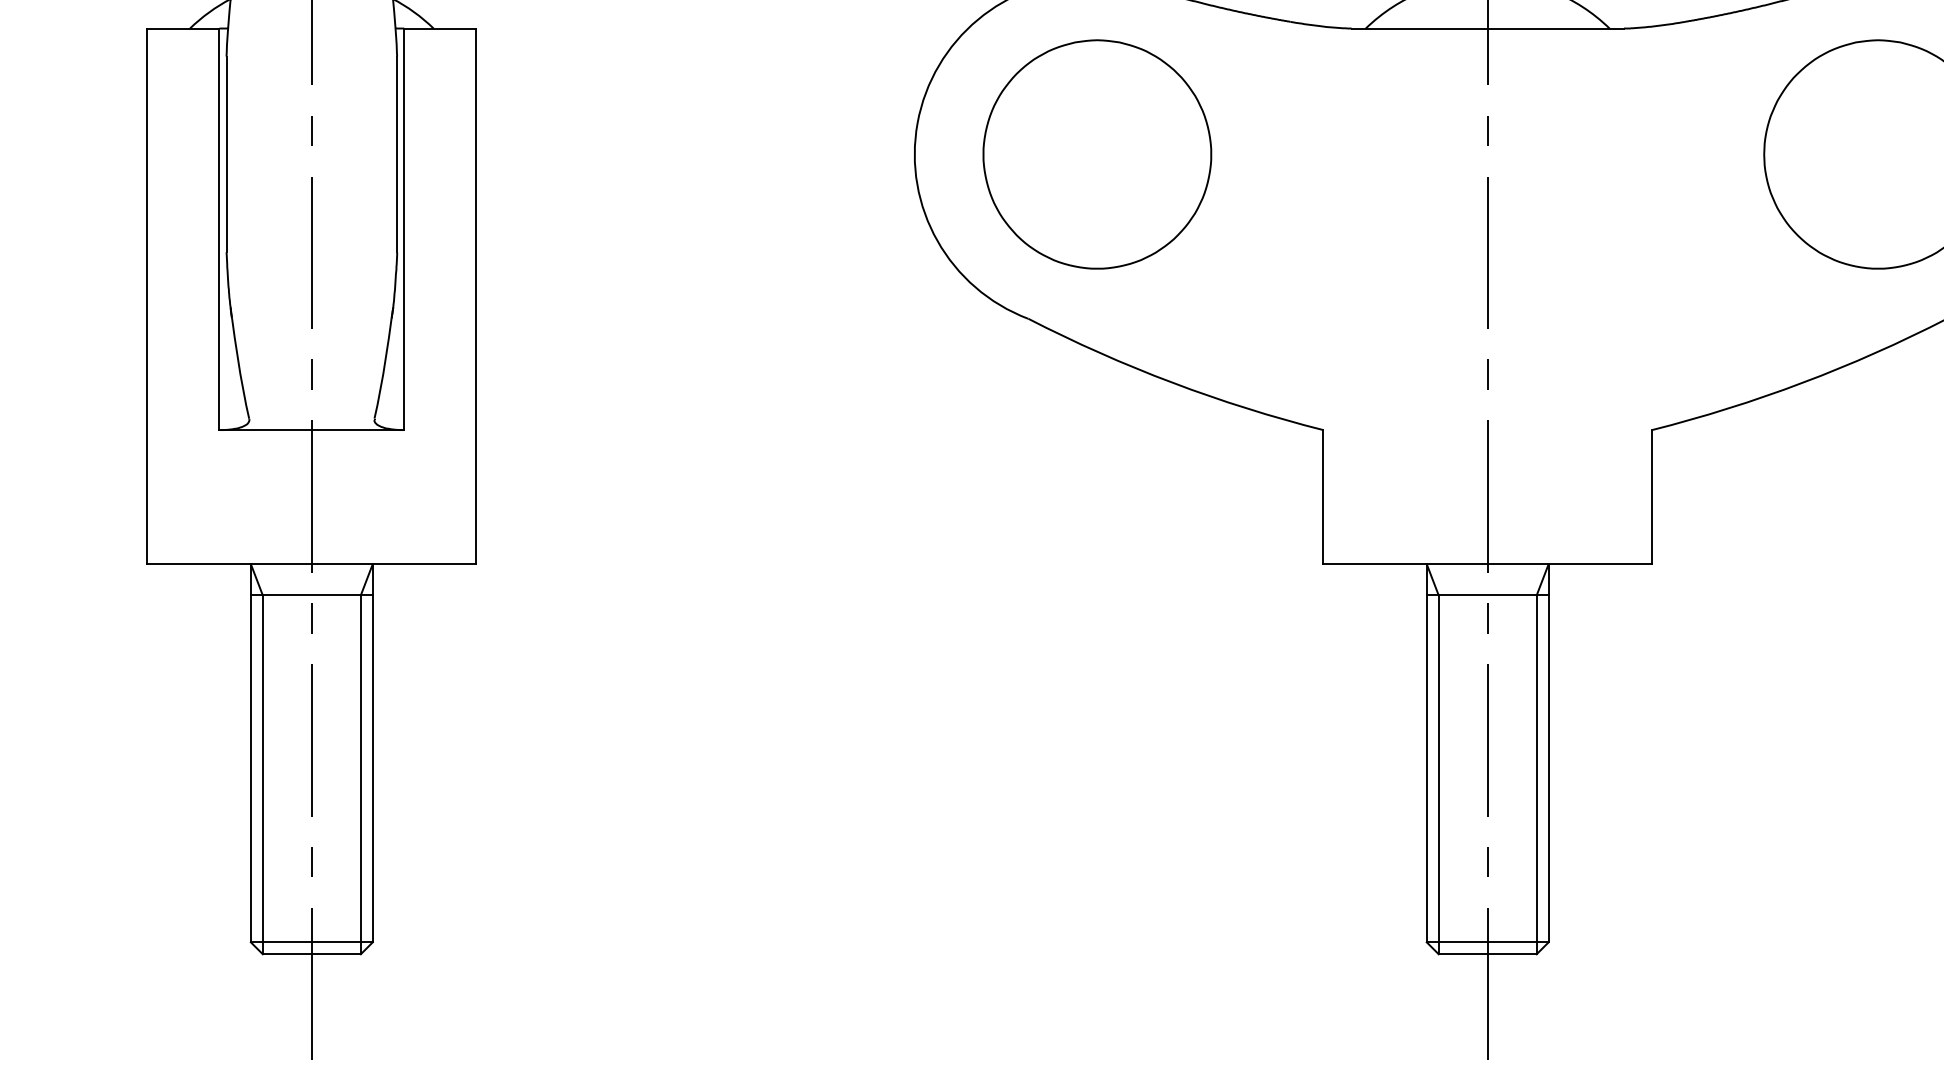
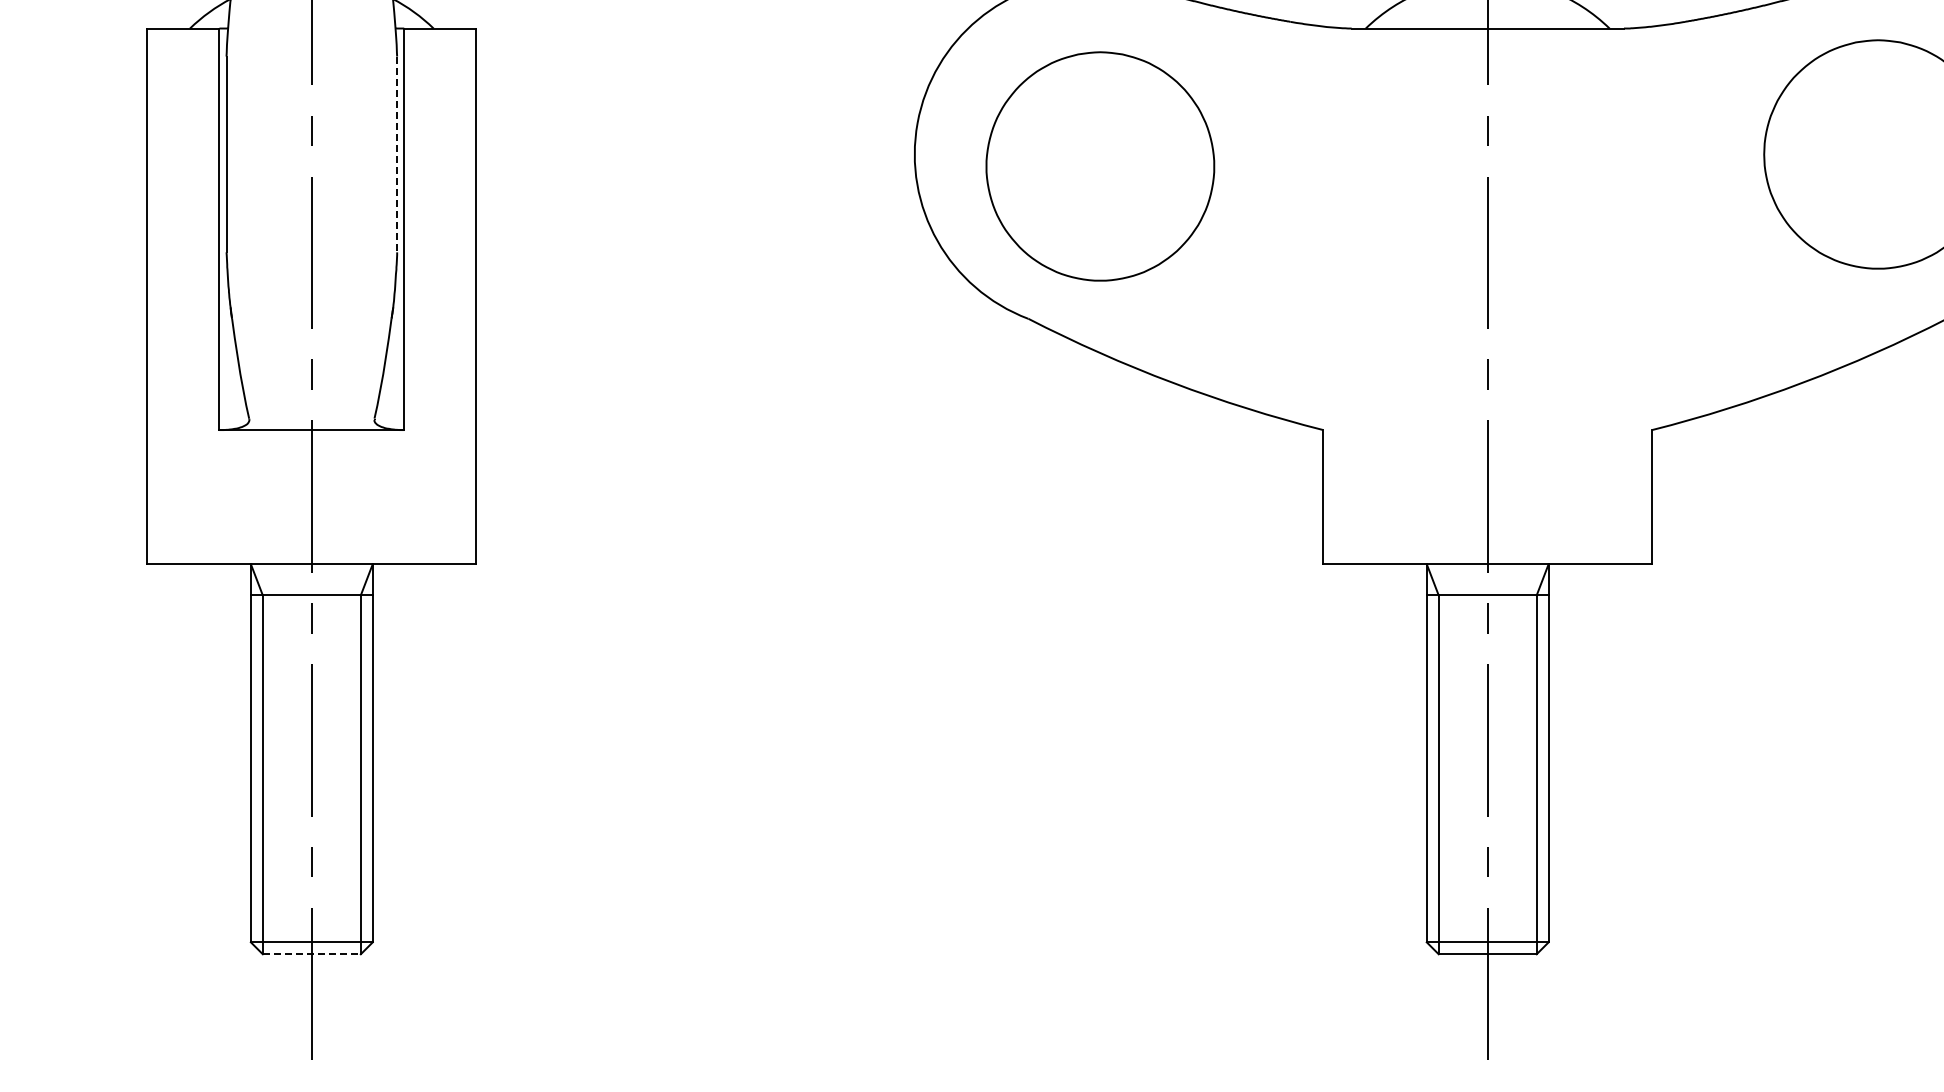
line at (397, 154): solid -> dashed
part at (1097, 154) position: (1097, 154) -> (1100, 166)
line at (312, 954): solid -> dashed
